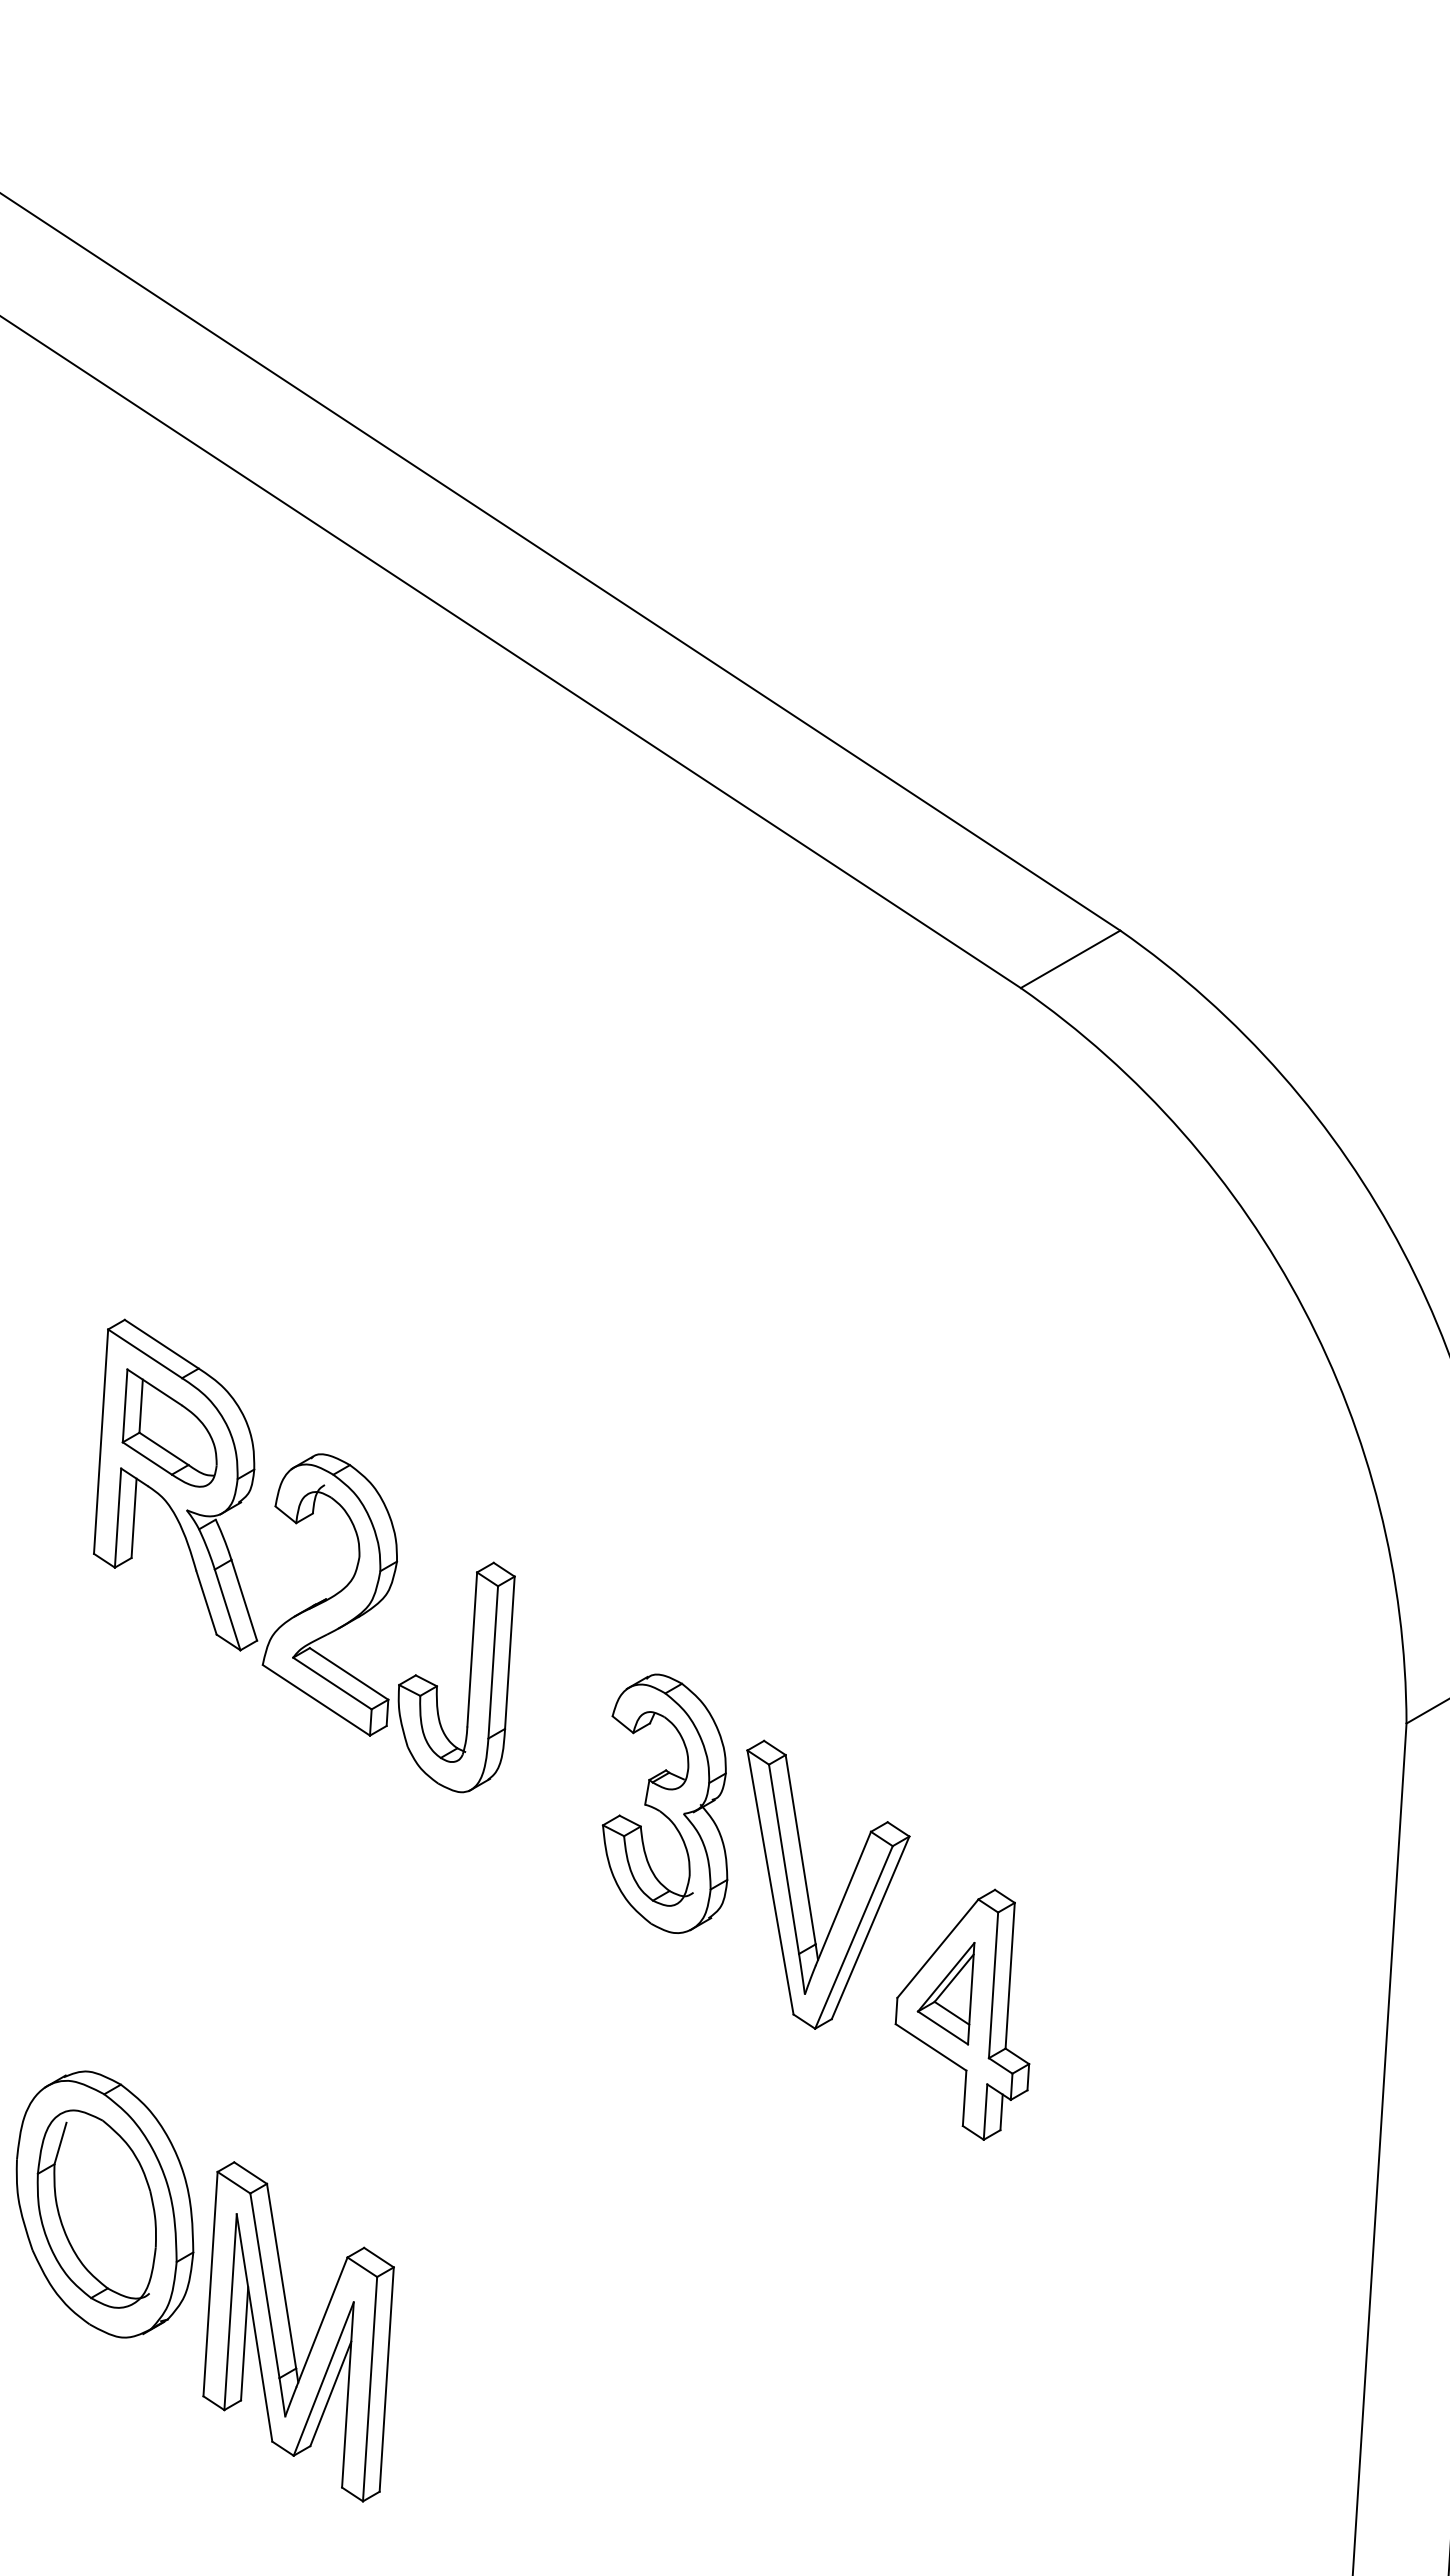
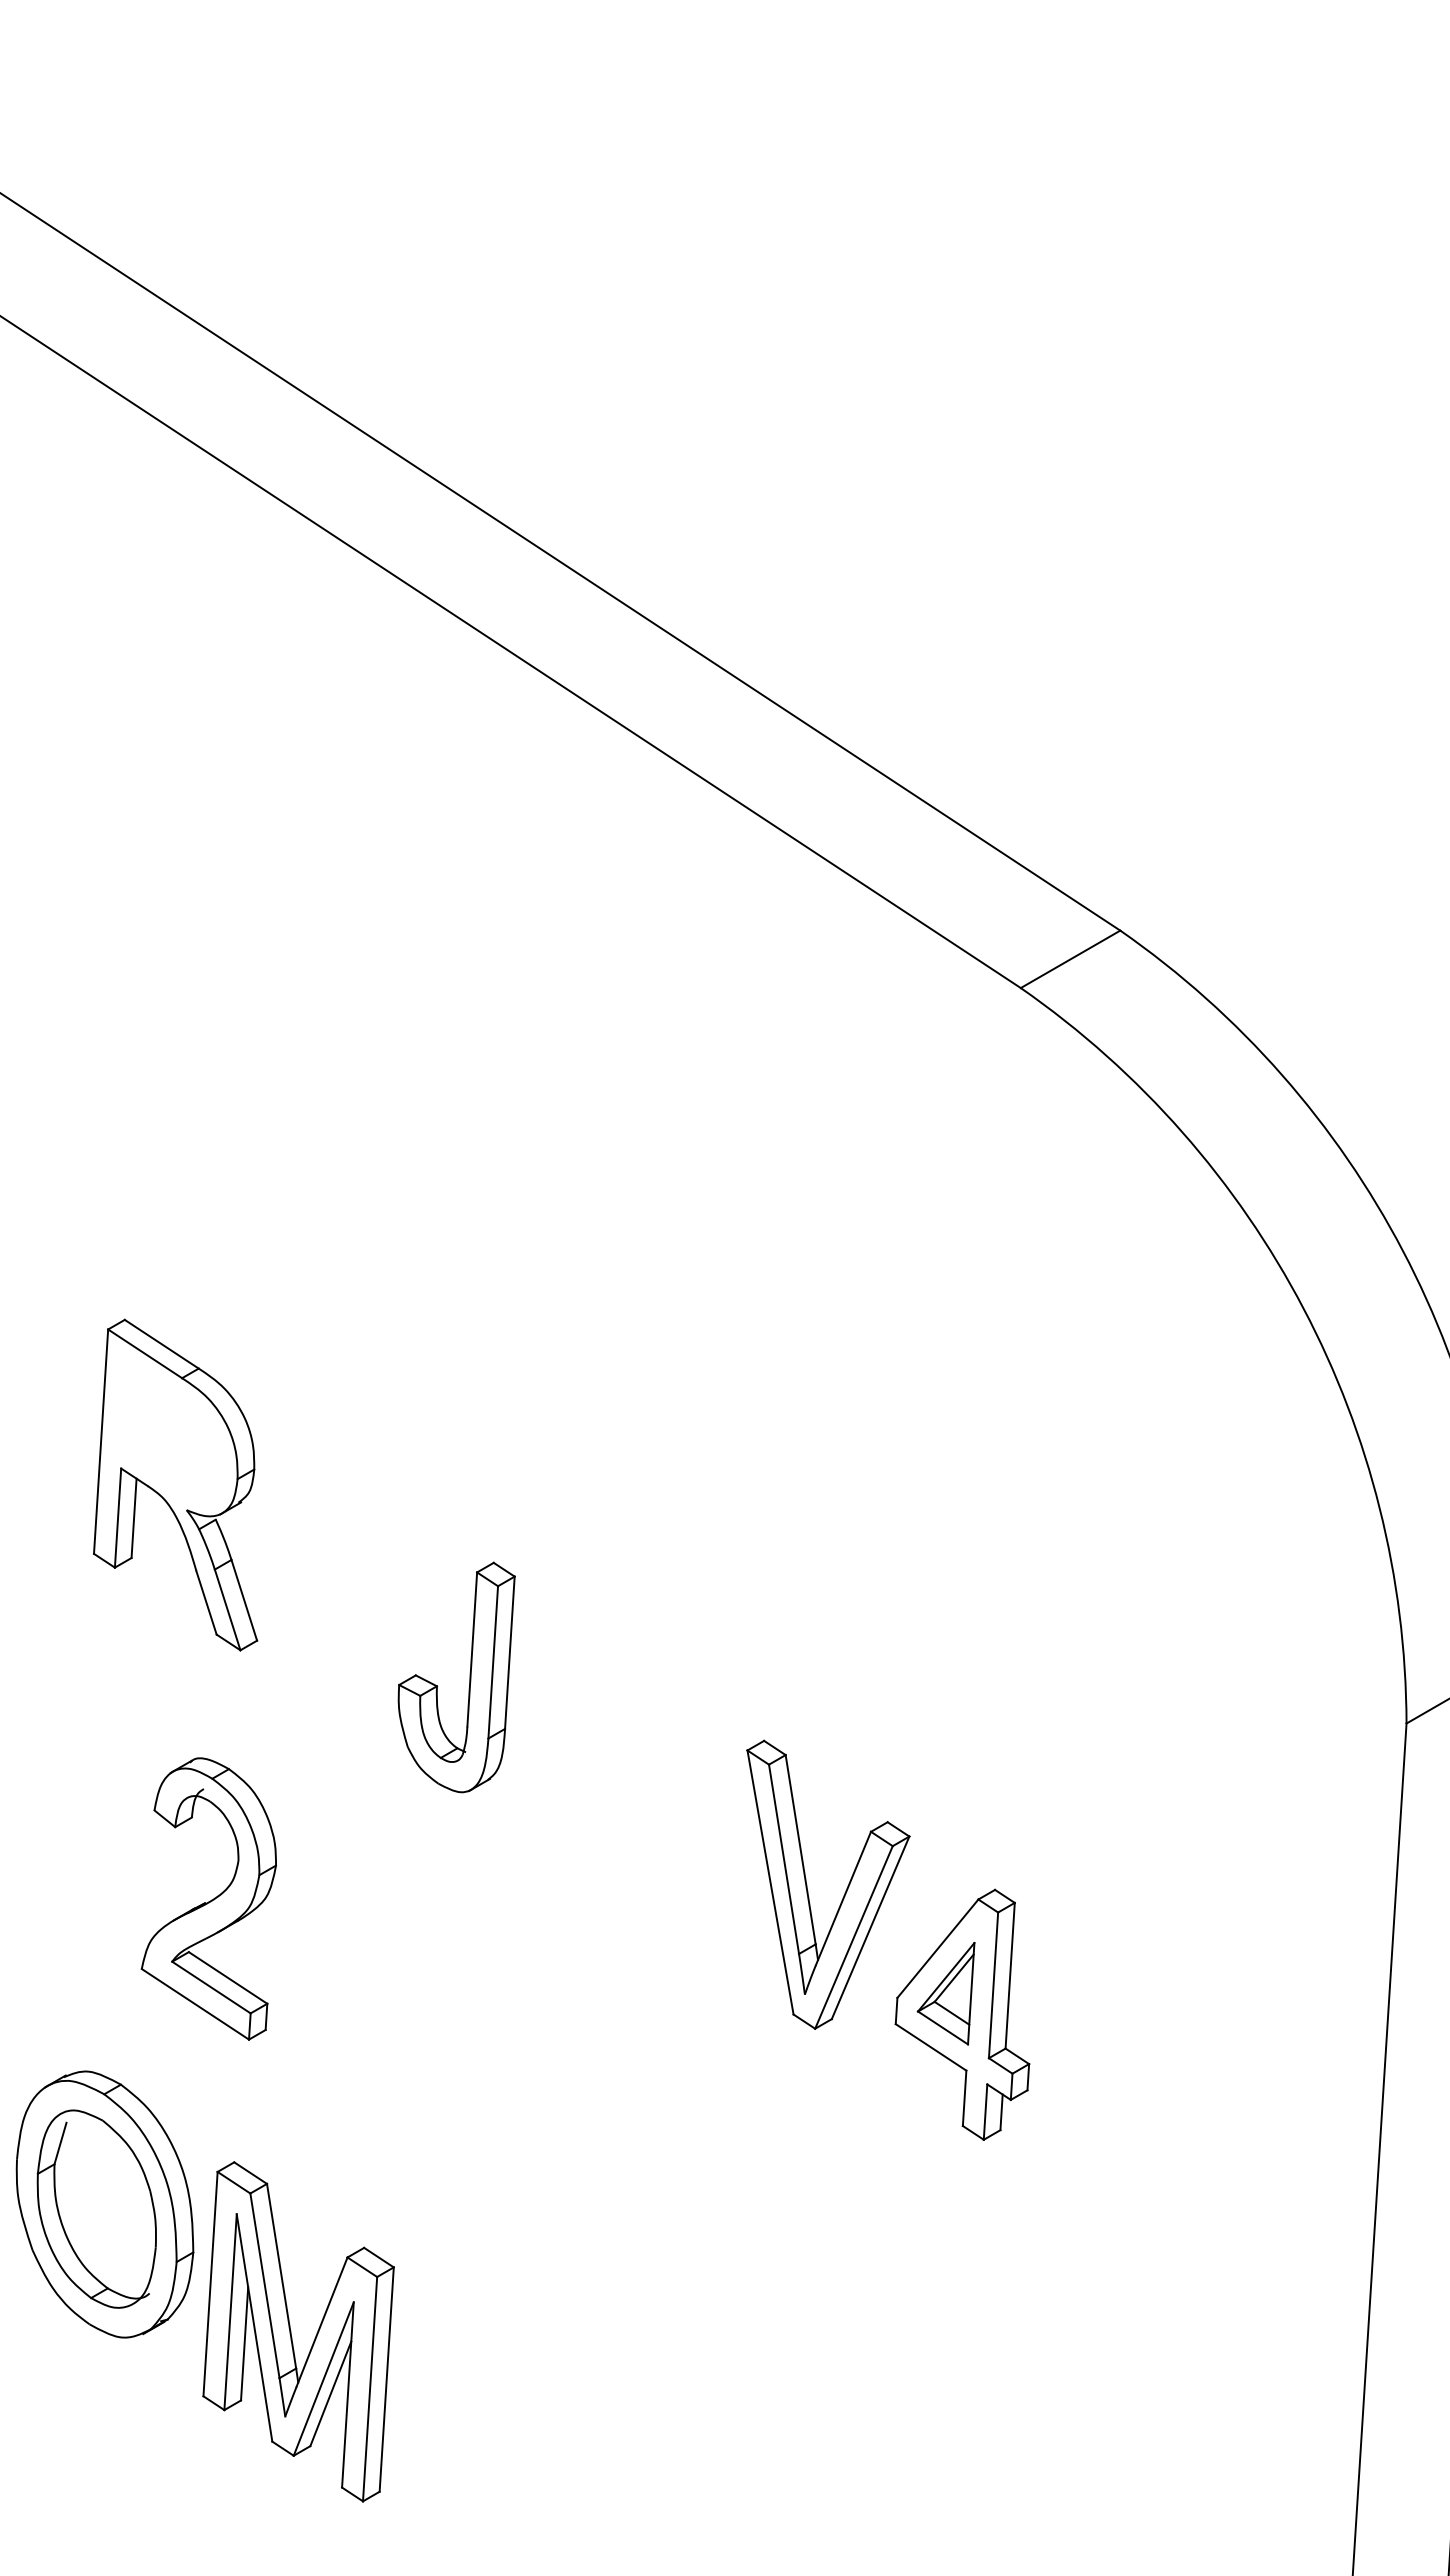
part at (169, 1427): present -> none
part at (329, 1594) position: (329, 1594) -> (208, 1898)
part at (664, 1803): present -> none
